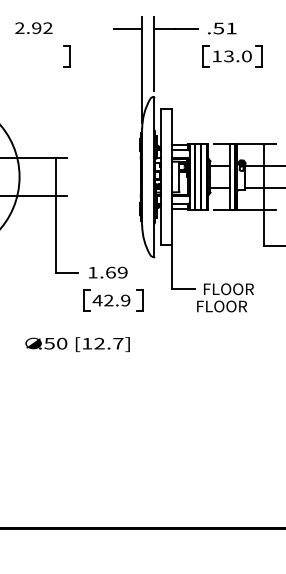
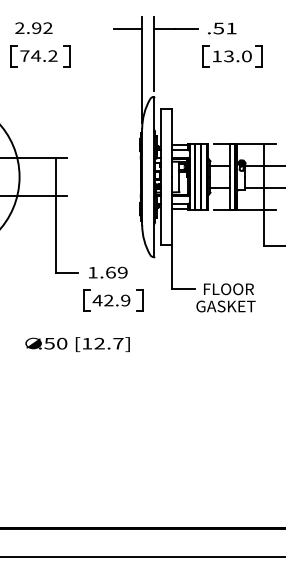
part at (33, 56): none -> present
text at (225, 306): FLOOR -> GASKET
line at (142, 556): none -> present
